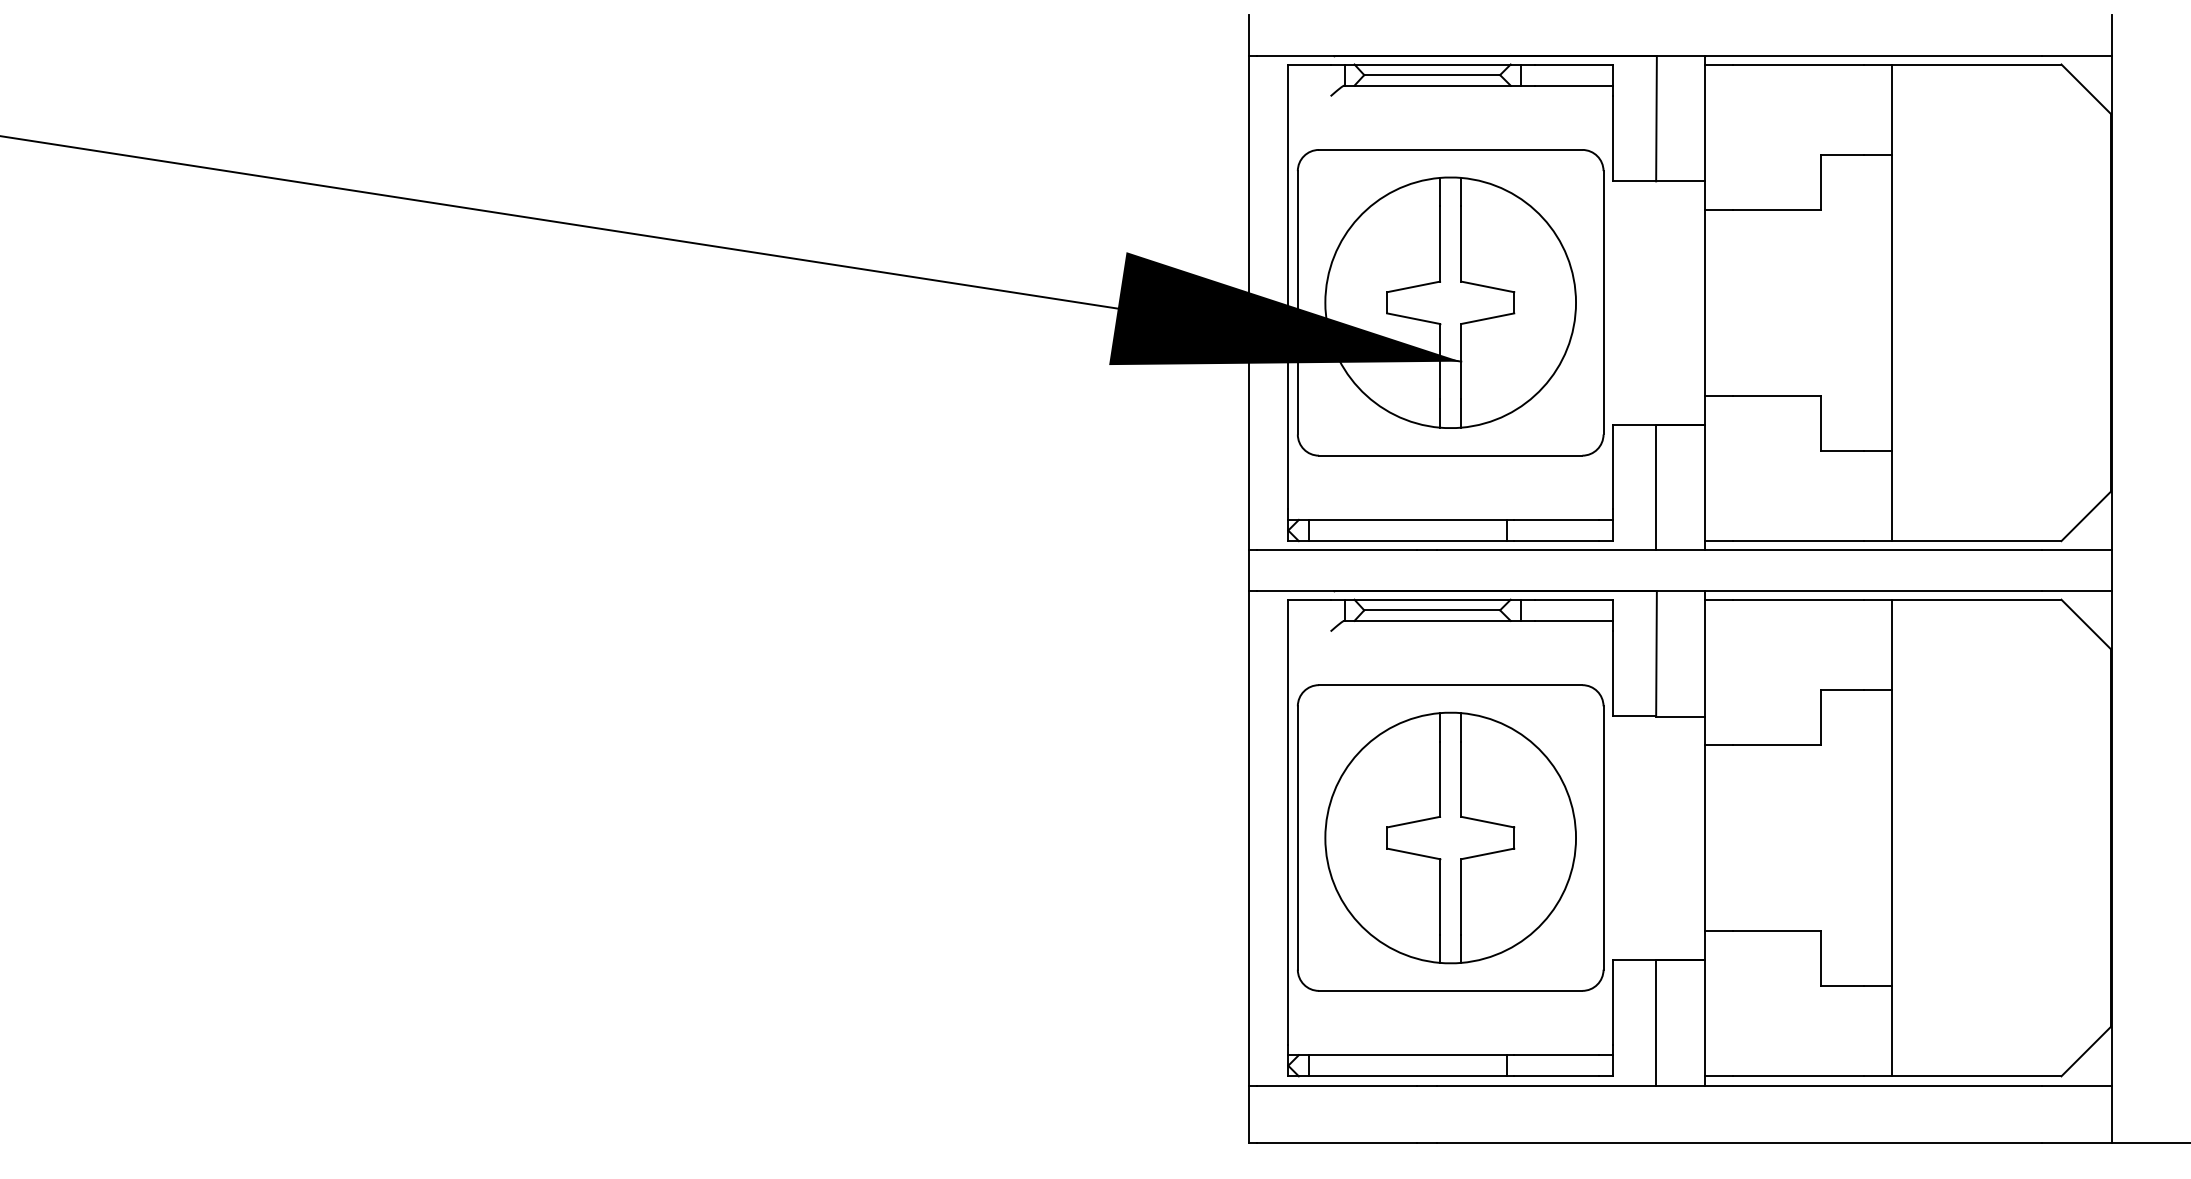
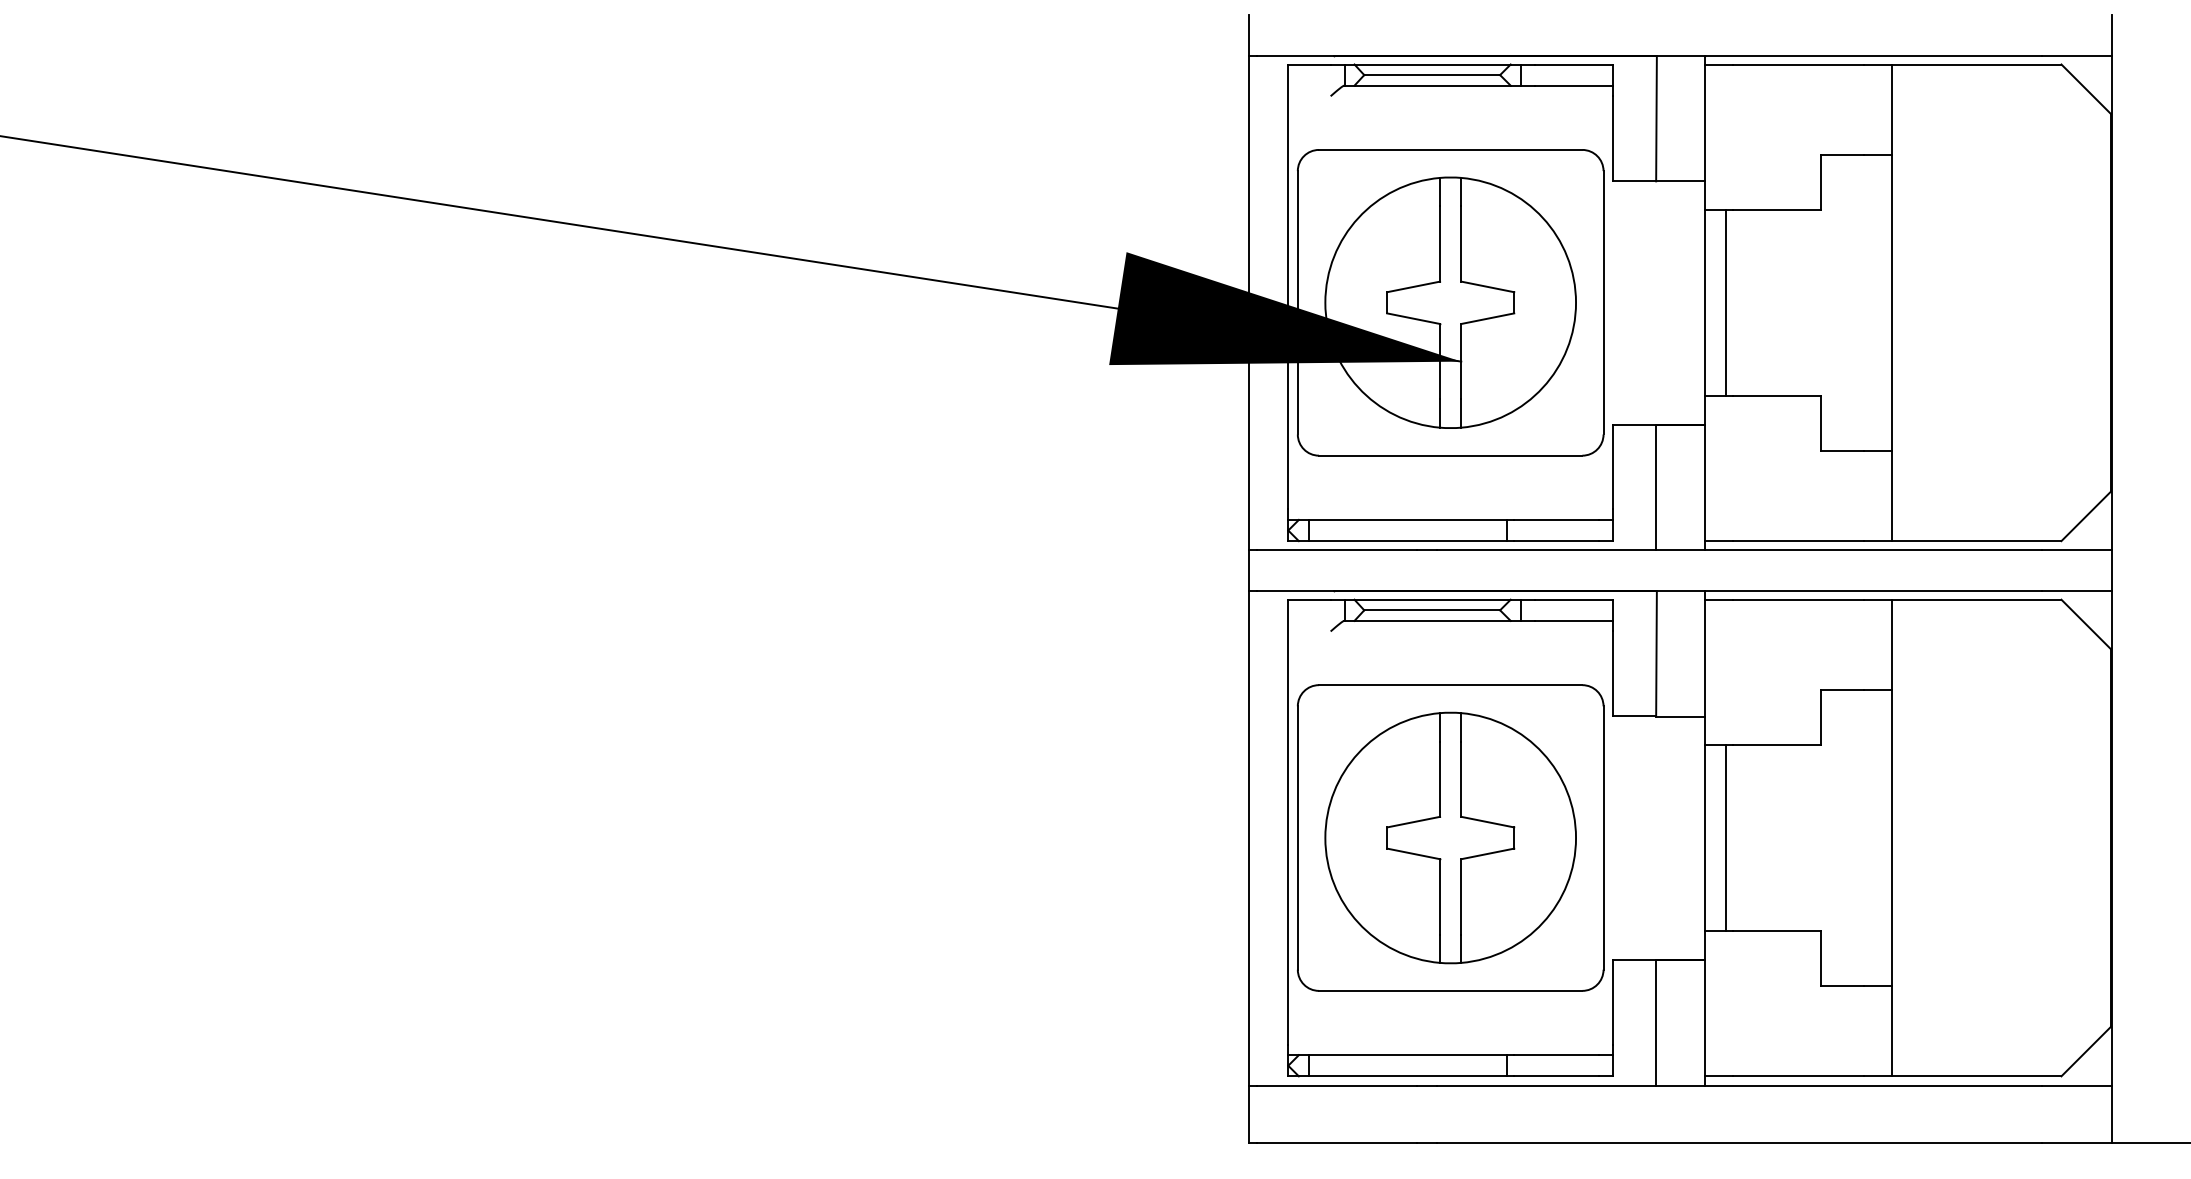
line at (1726, 302): none -> present
line at (1726, 837): none -> present
